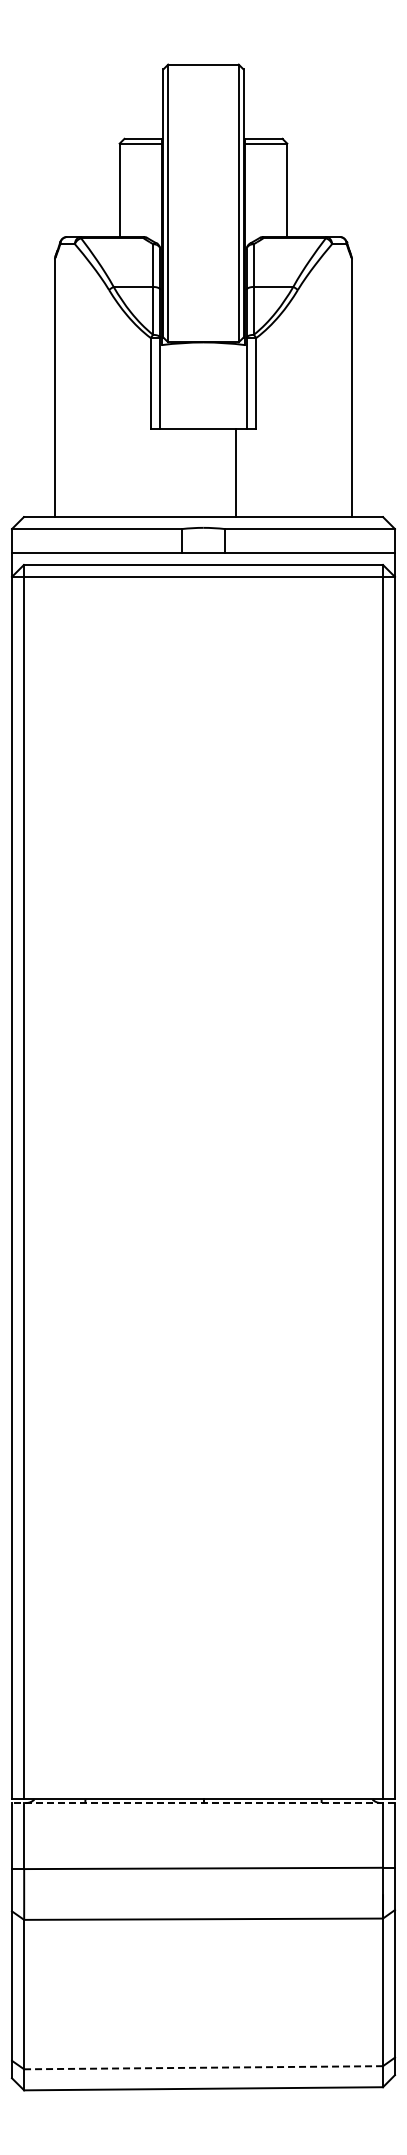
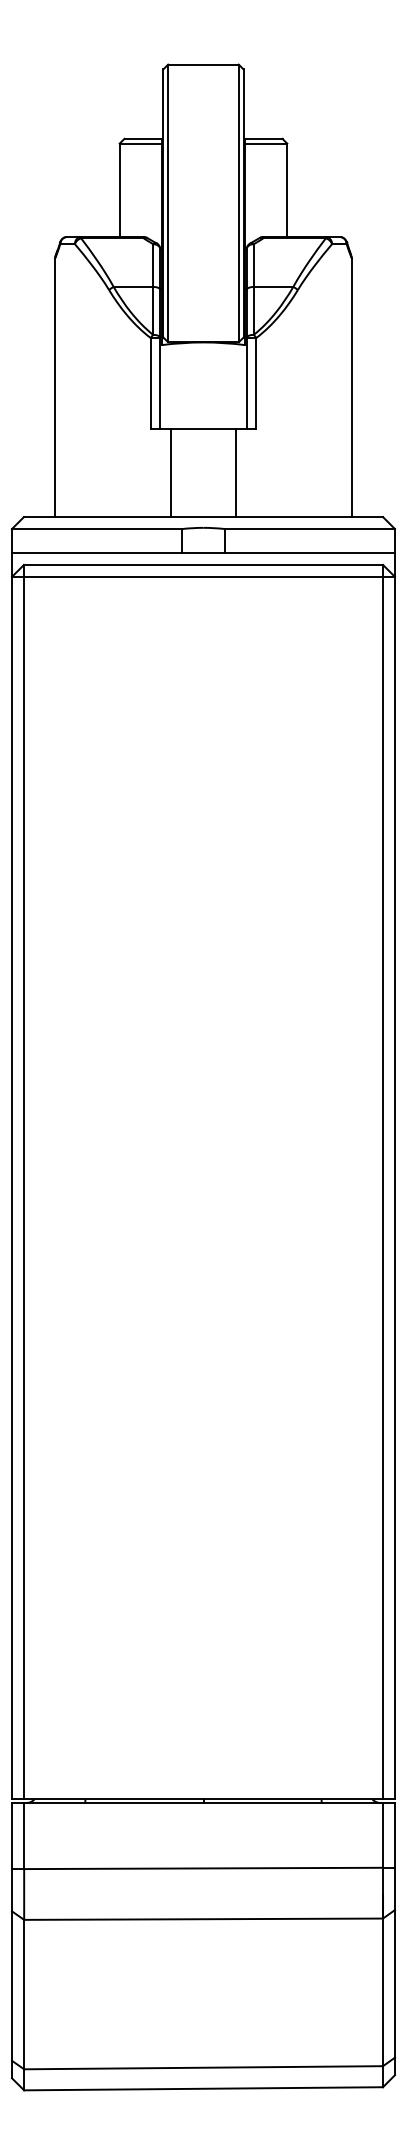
line at (171, 472): none -> present
line at (203, 1803): dashed -> solid
line at (203, 2067): dashed -> solid
